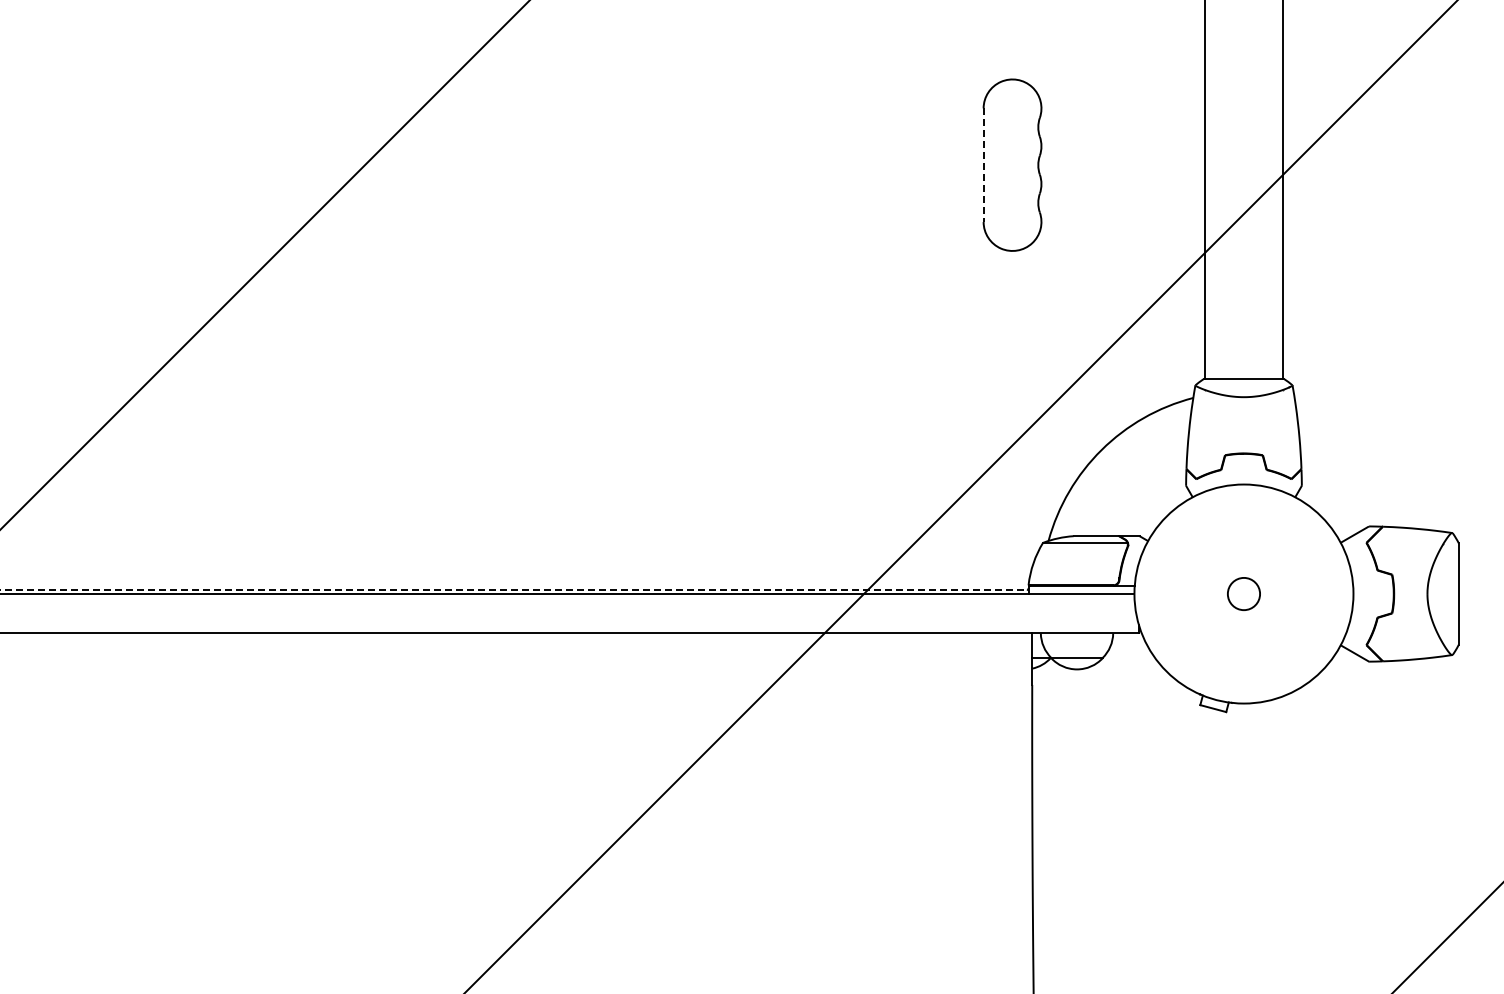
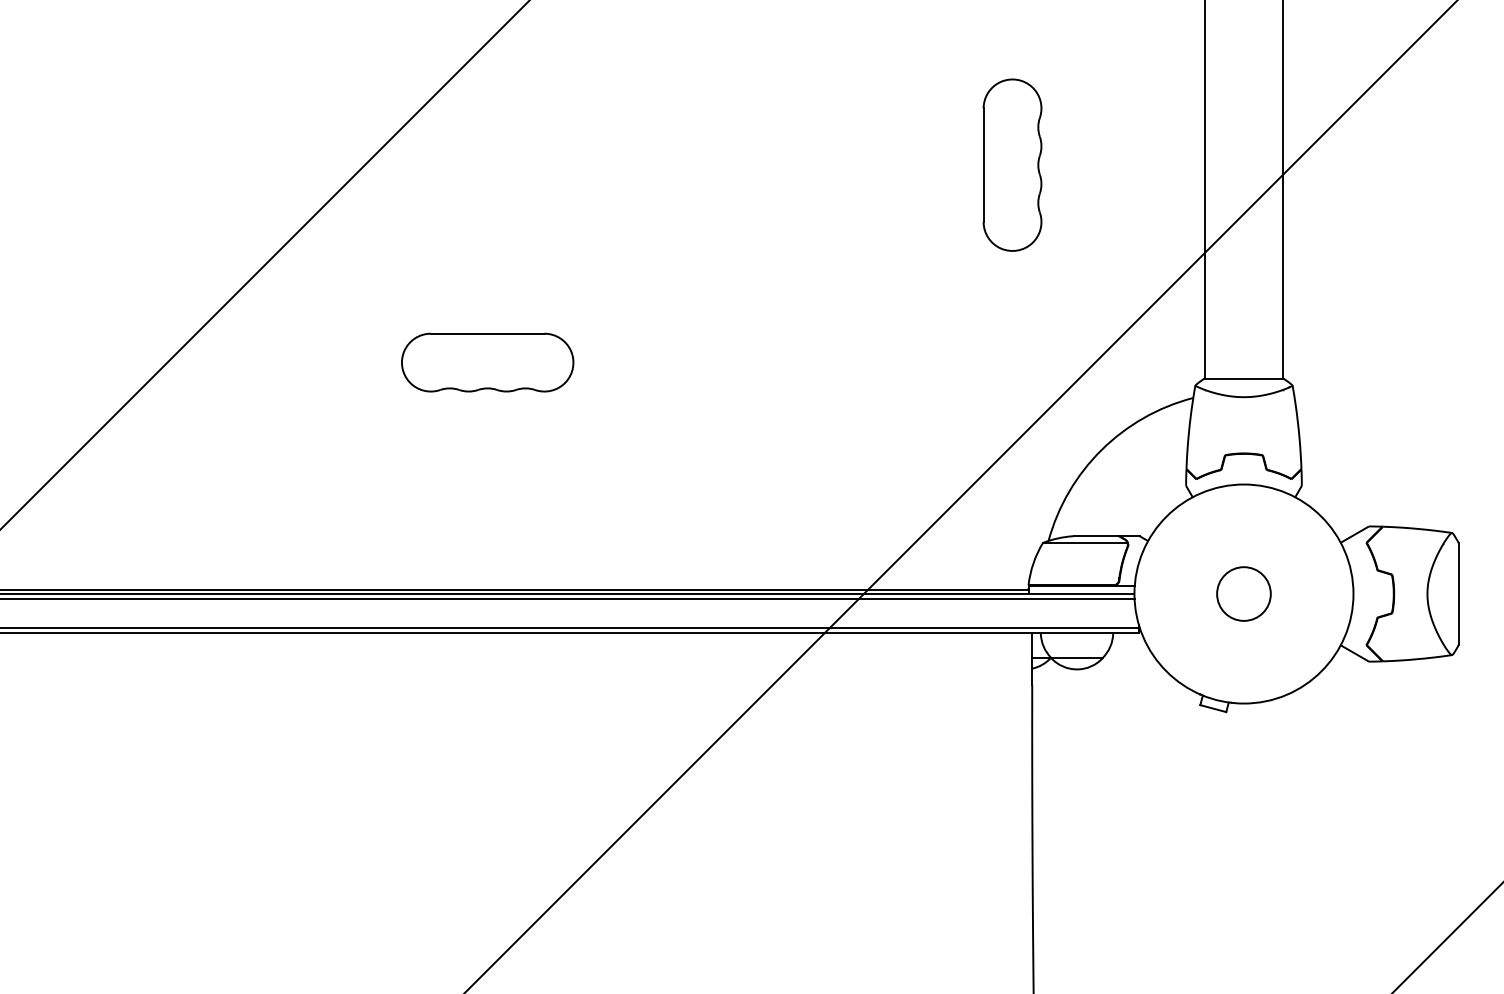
line at (983, 165): dashed -> solid
part at (487, 362): none -> present
line at (514, 589): dashed -> solid
circle at (1243, 593) diameter: 32 px -> 54 px
line at (568, 599): none -> present
line at (570, 628): none -> present
